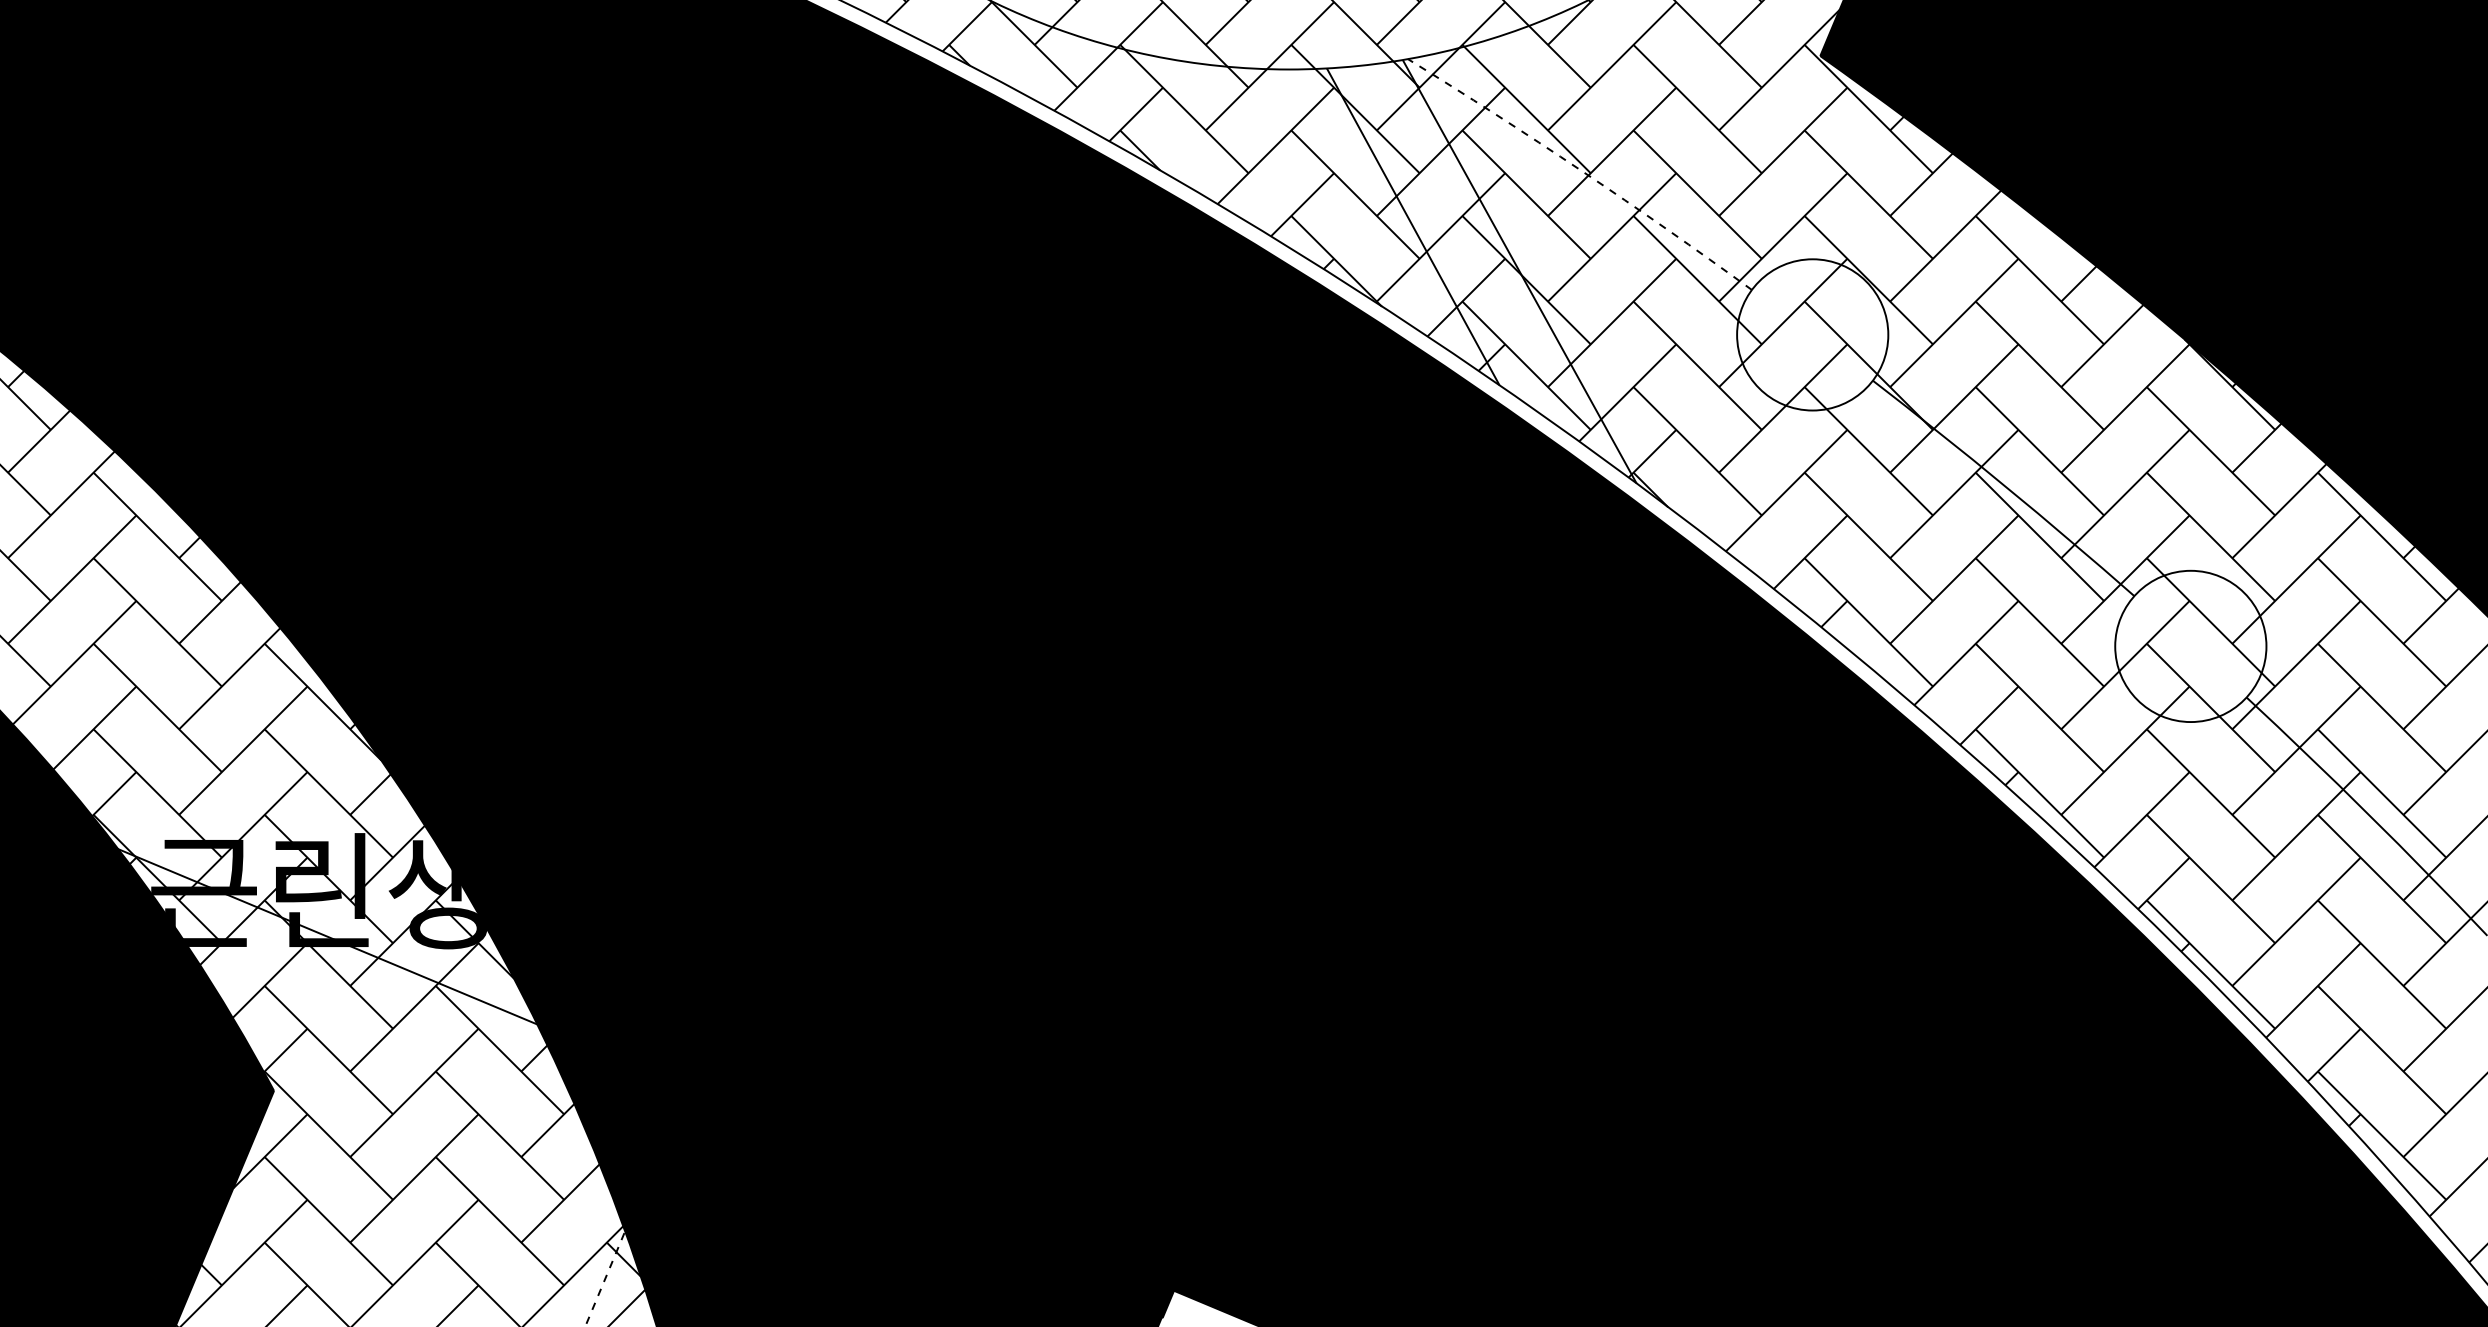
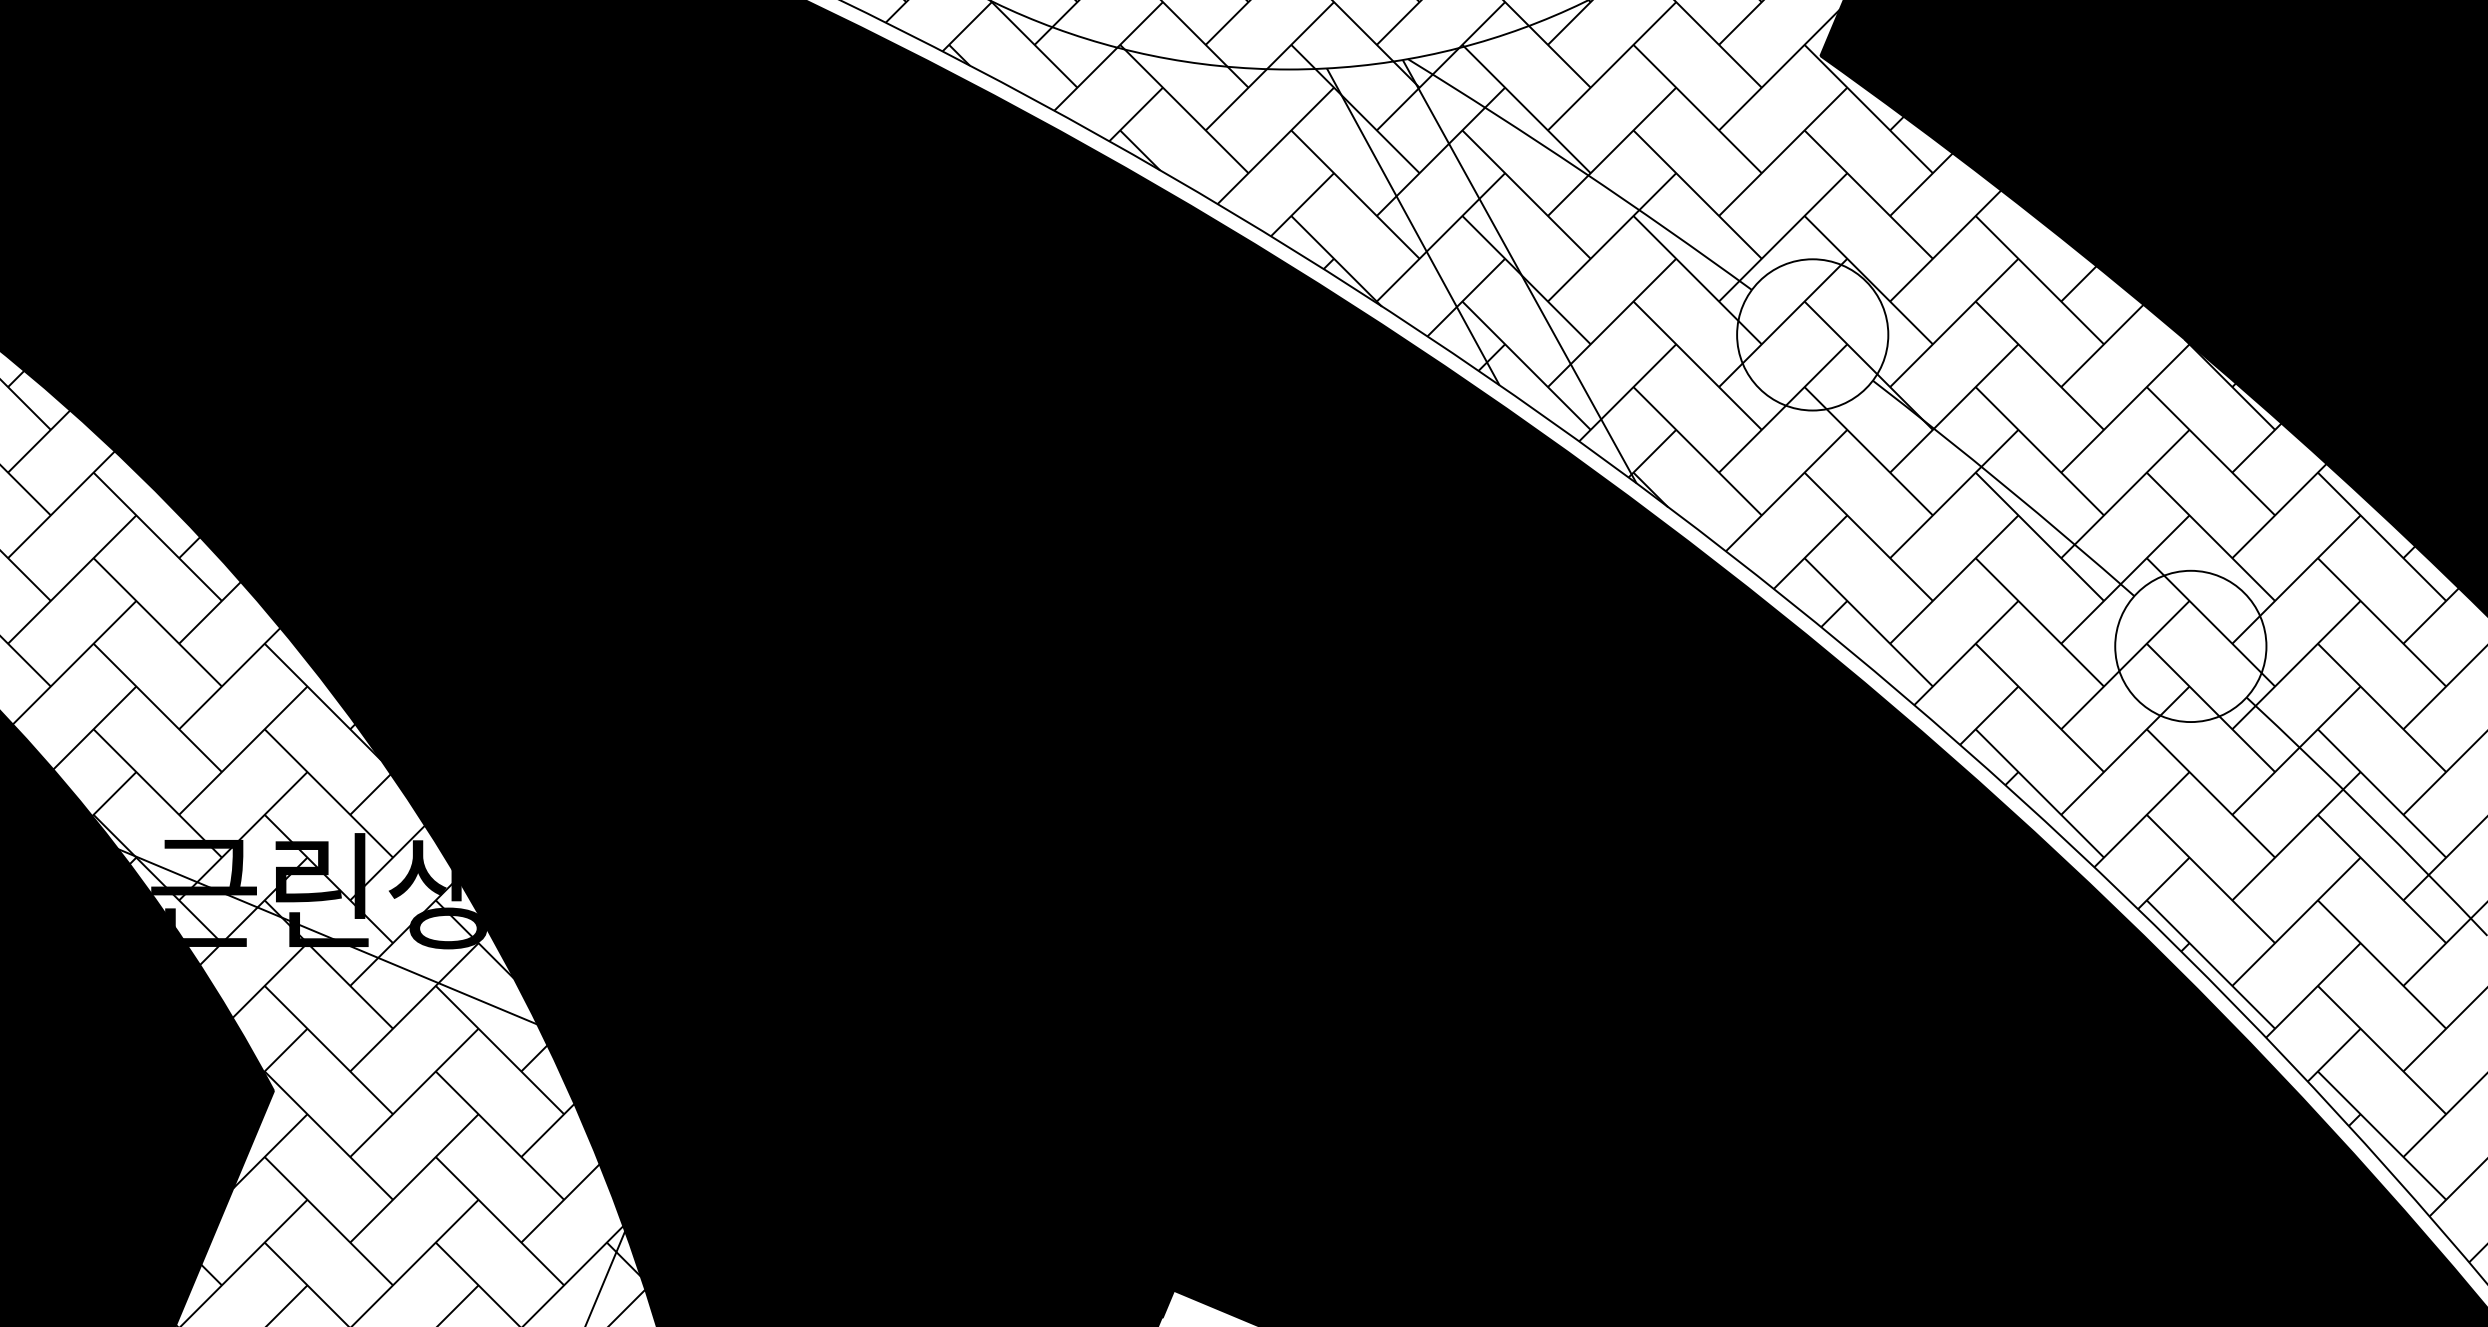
arc at (1582, 171): dashed -> solid
line at (605, 1278): dashed -> solid
